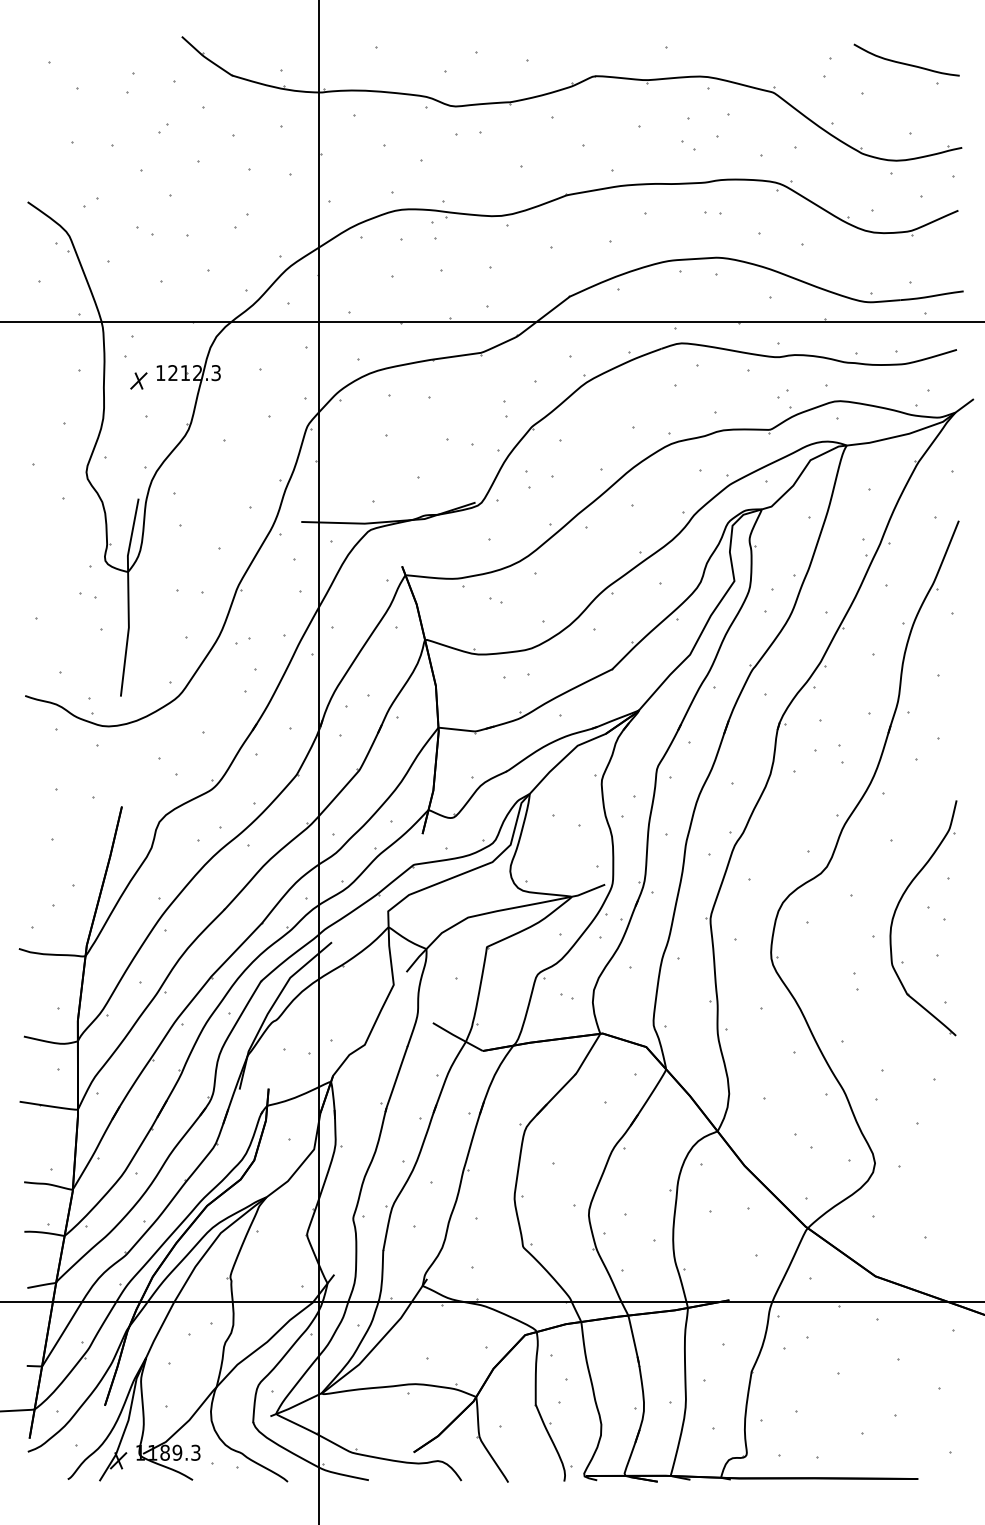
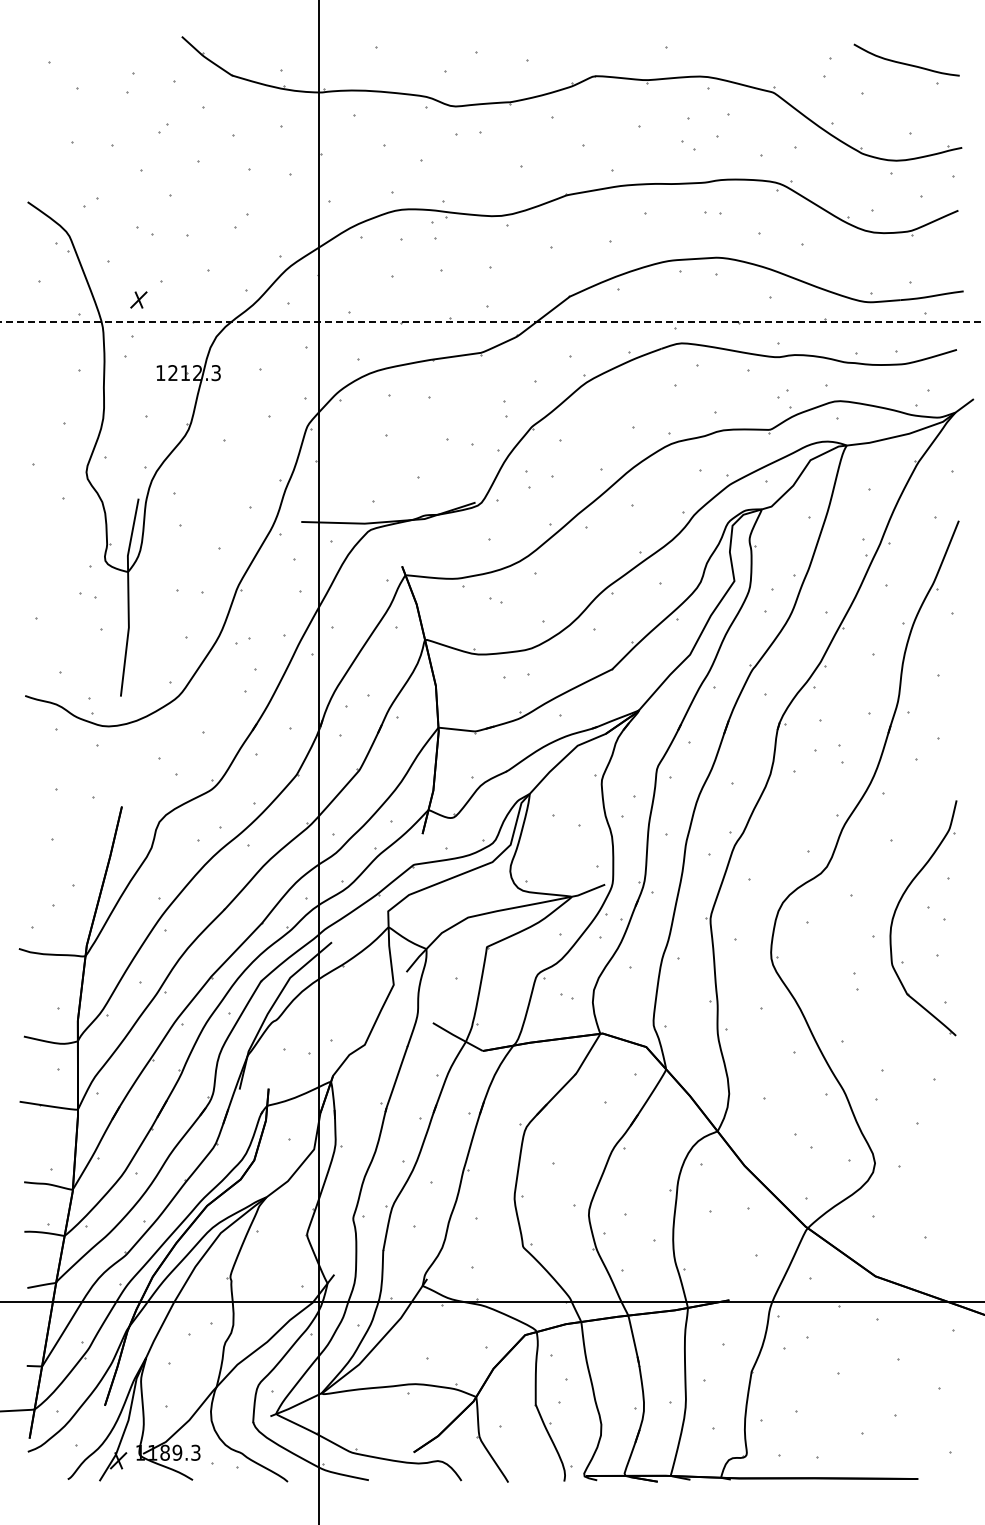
line at (492, 321): solid -> dashed
part at (138, 380) position: (138, 380) -> (138, 299)
